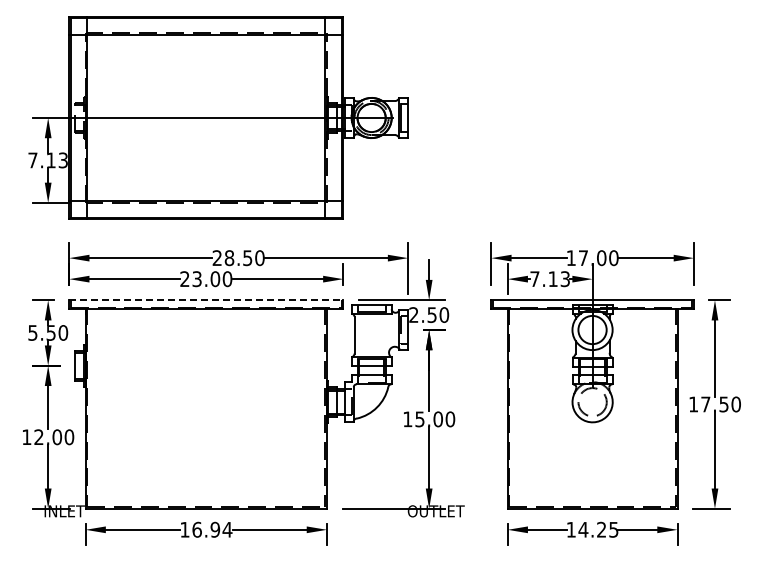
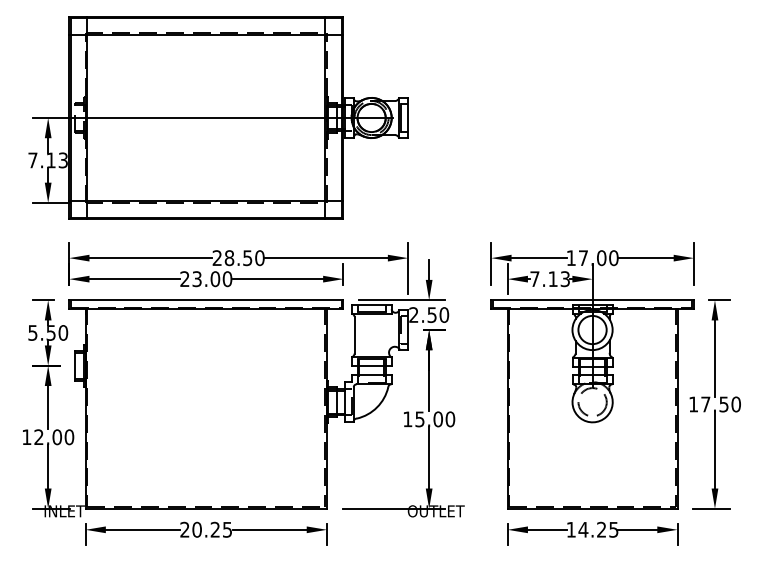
line at (206, 300): dashed -> solid
text at (206, 529): 16.94 -> 20.25
